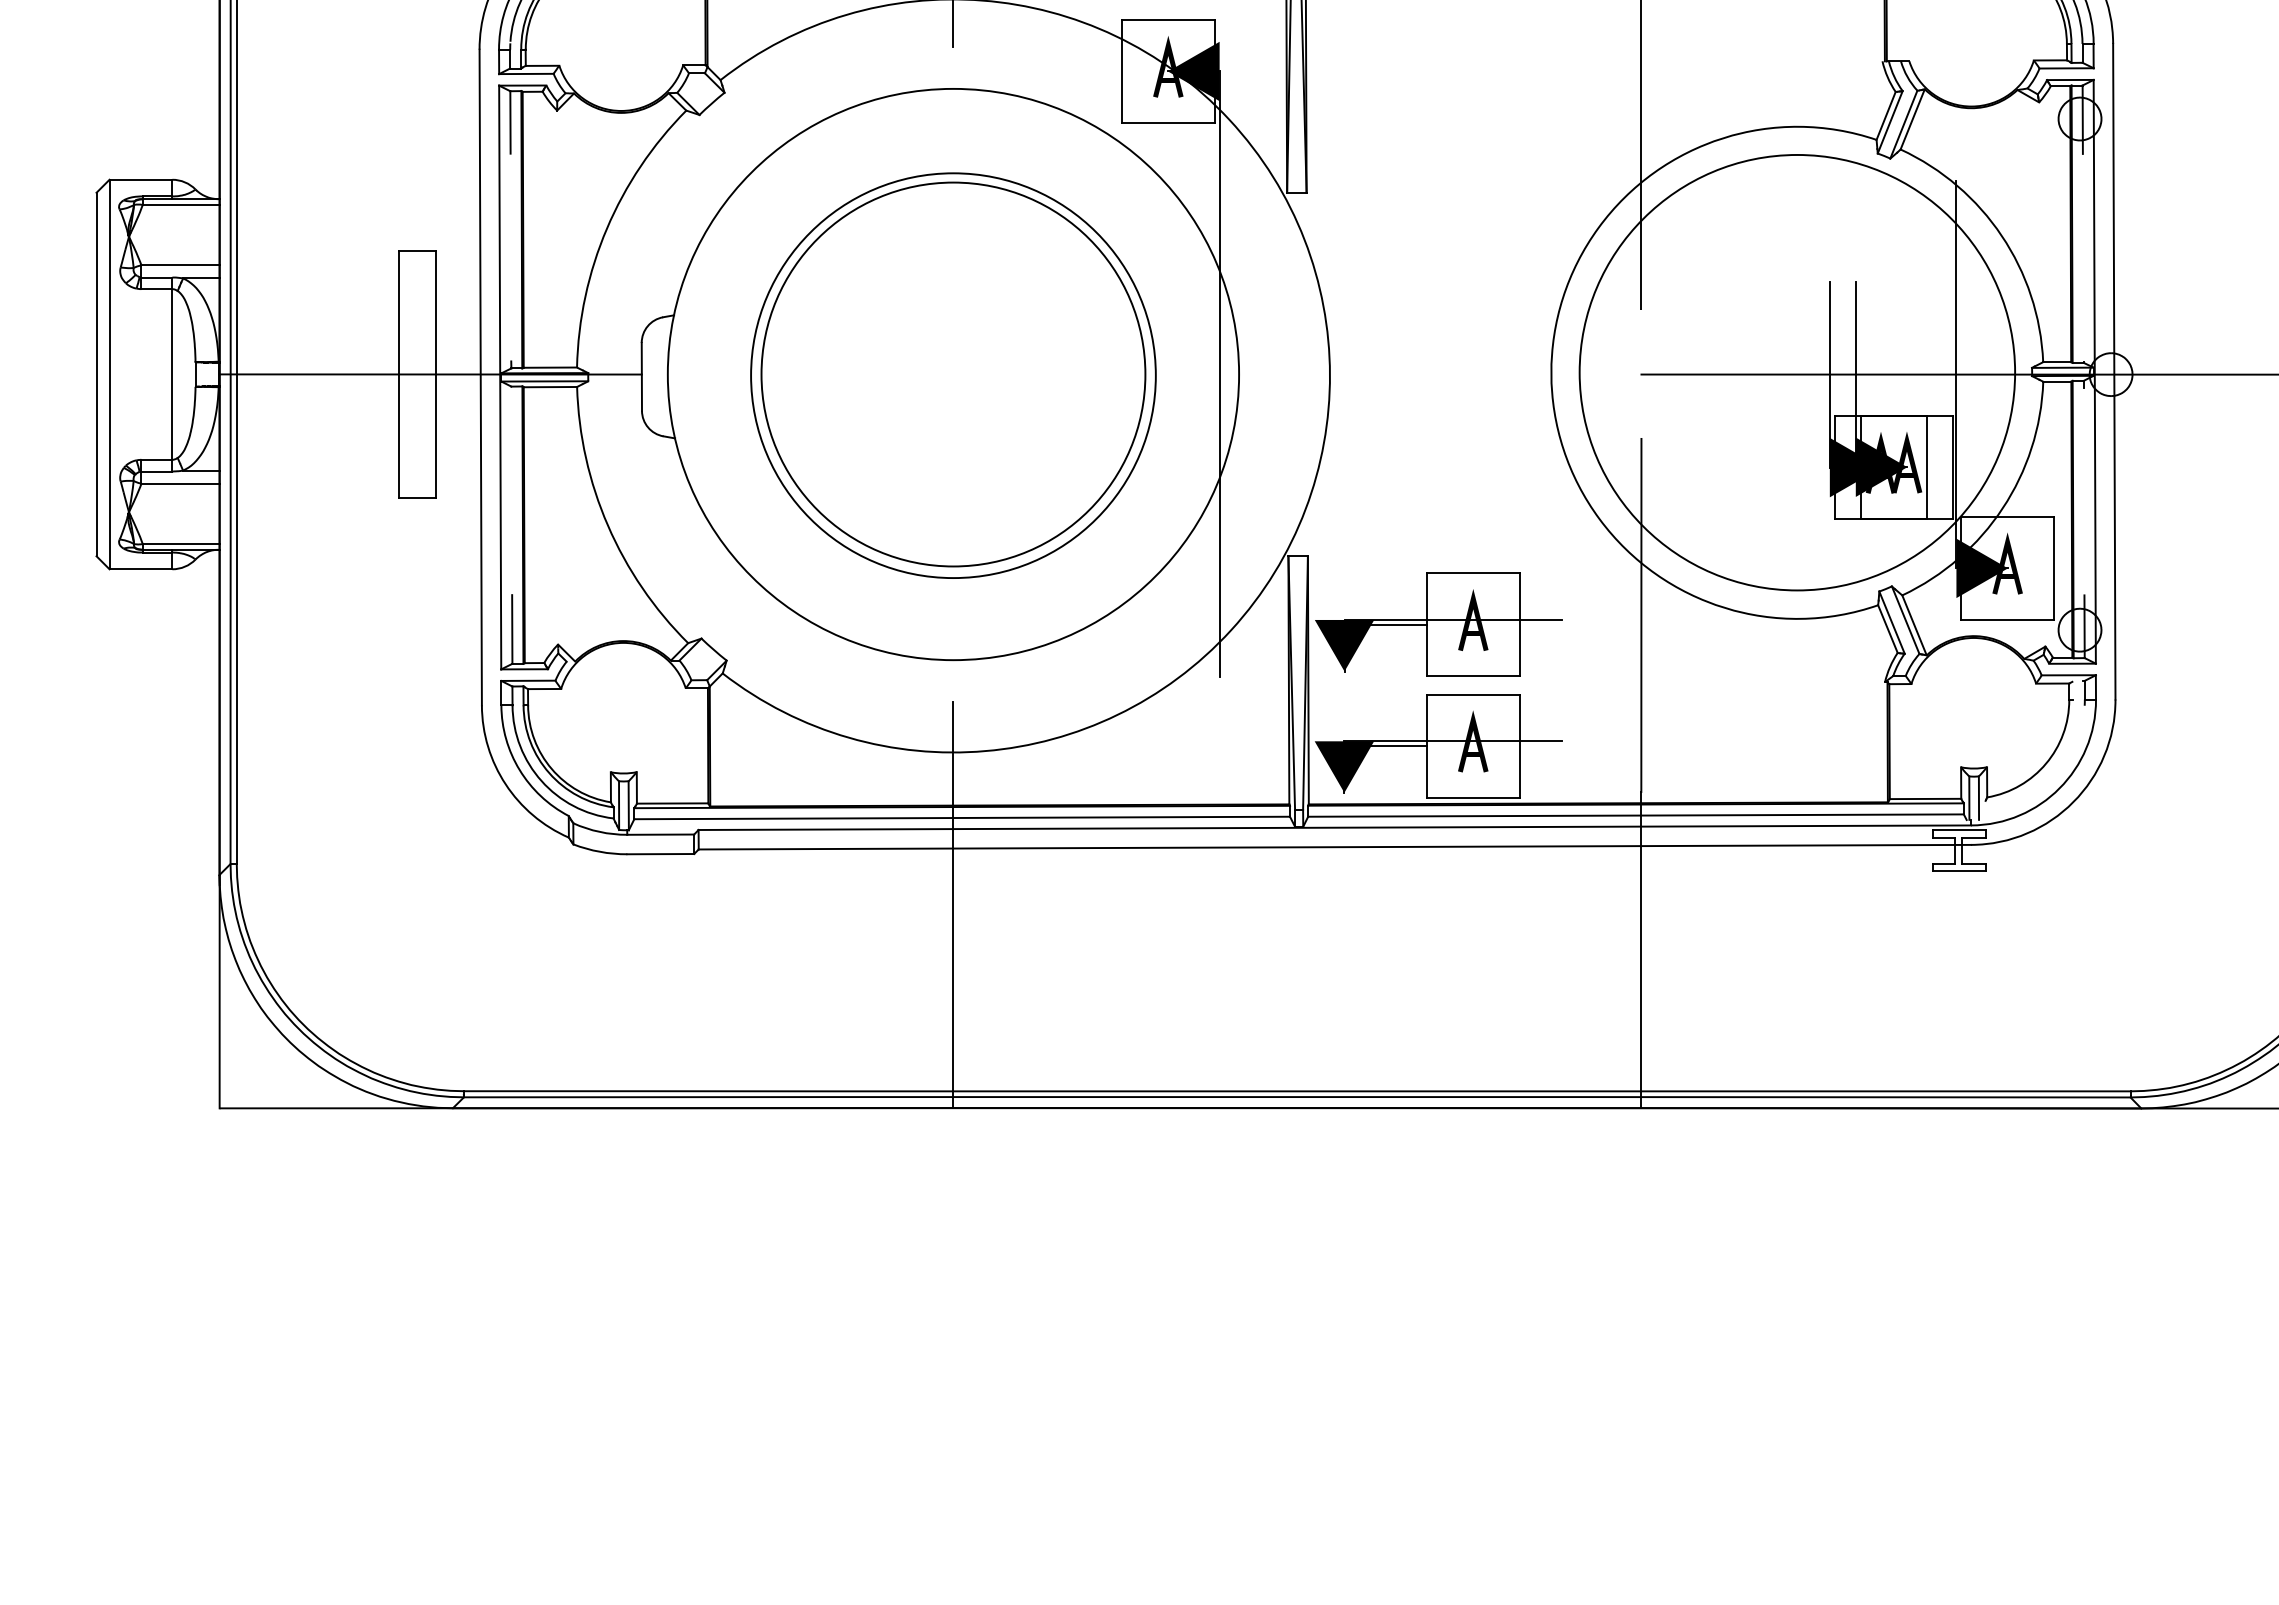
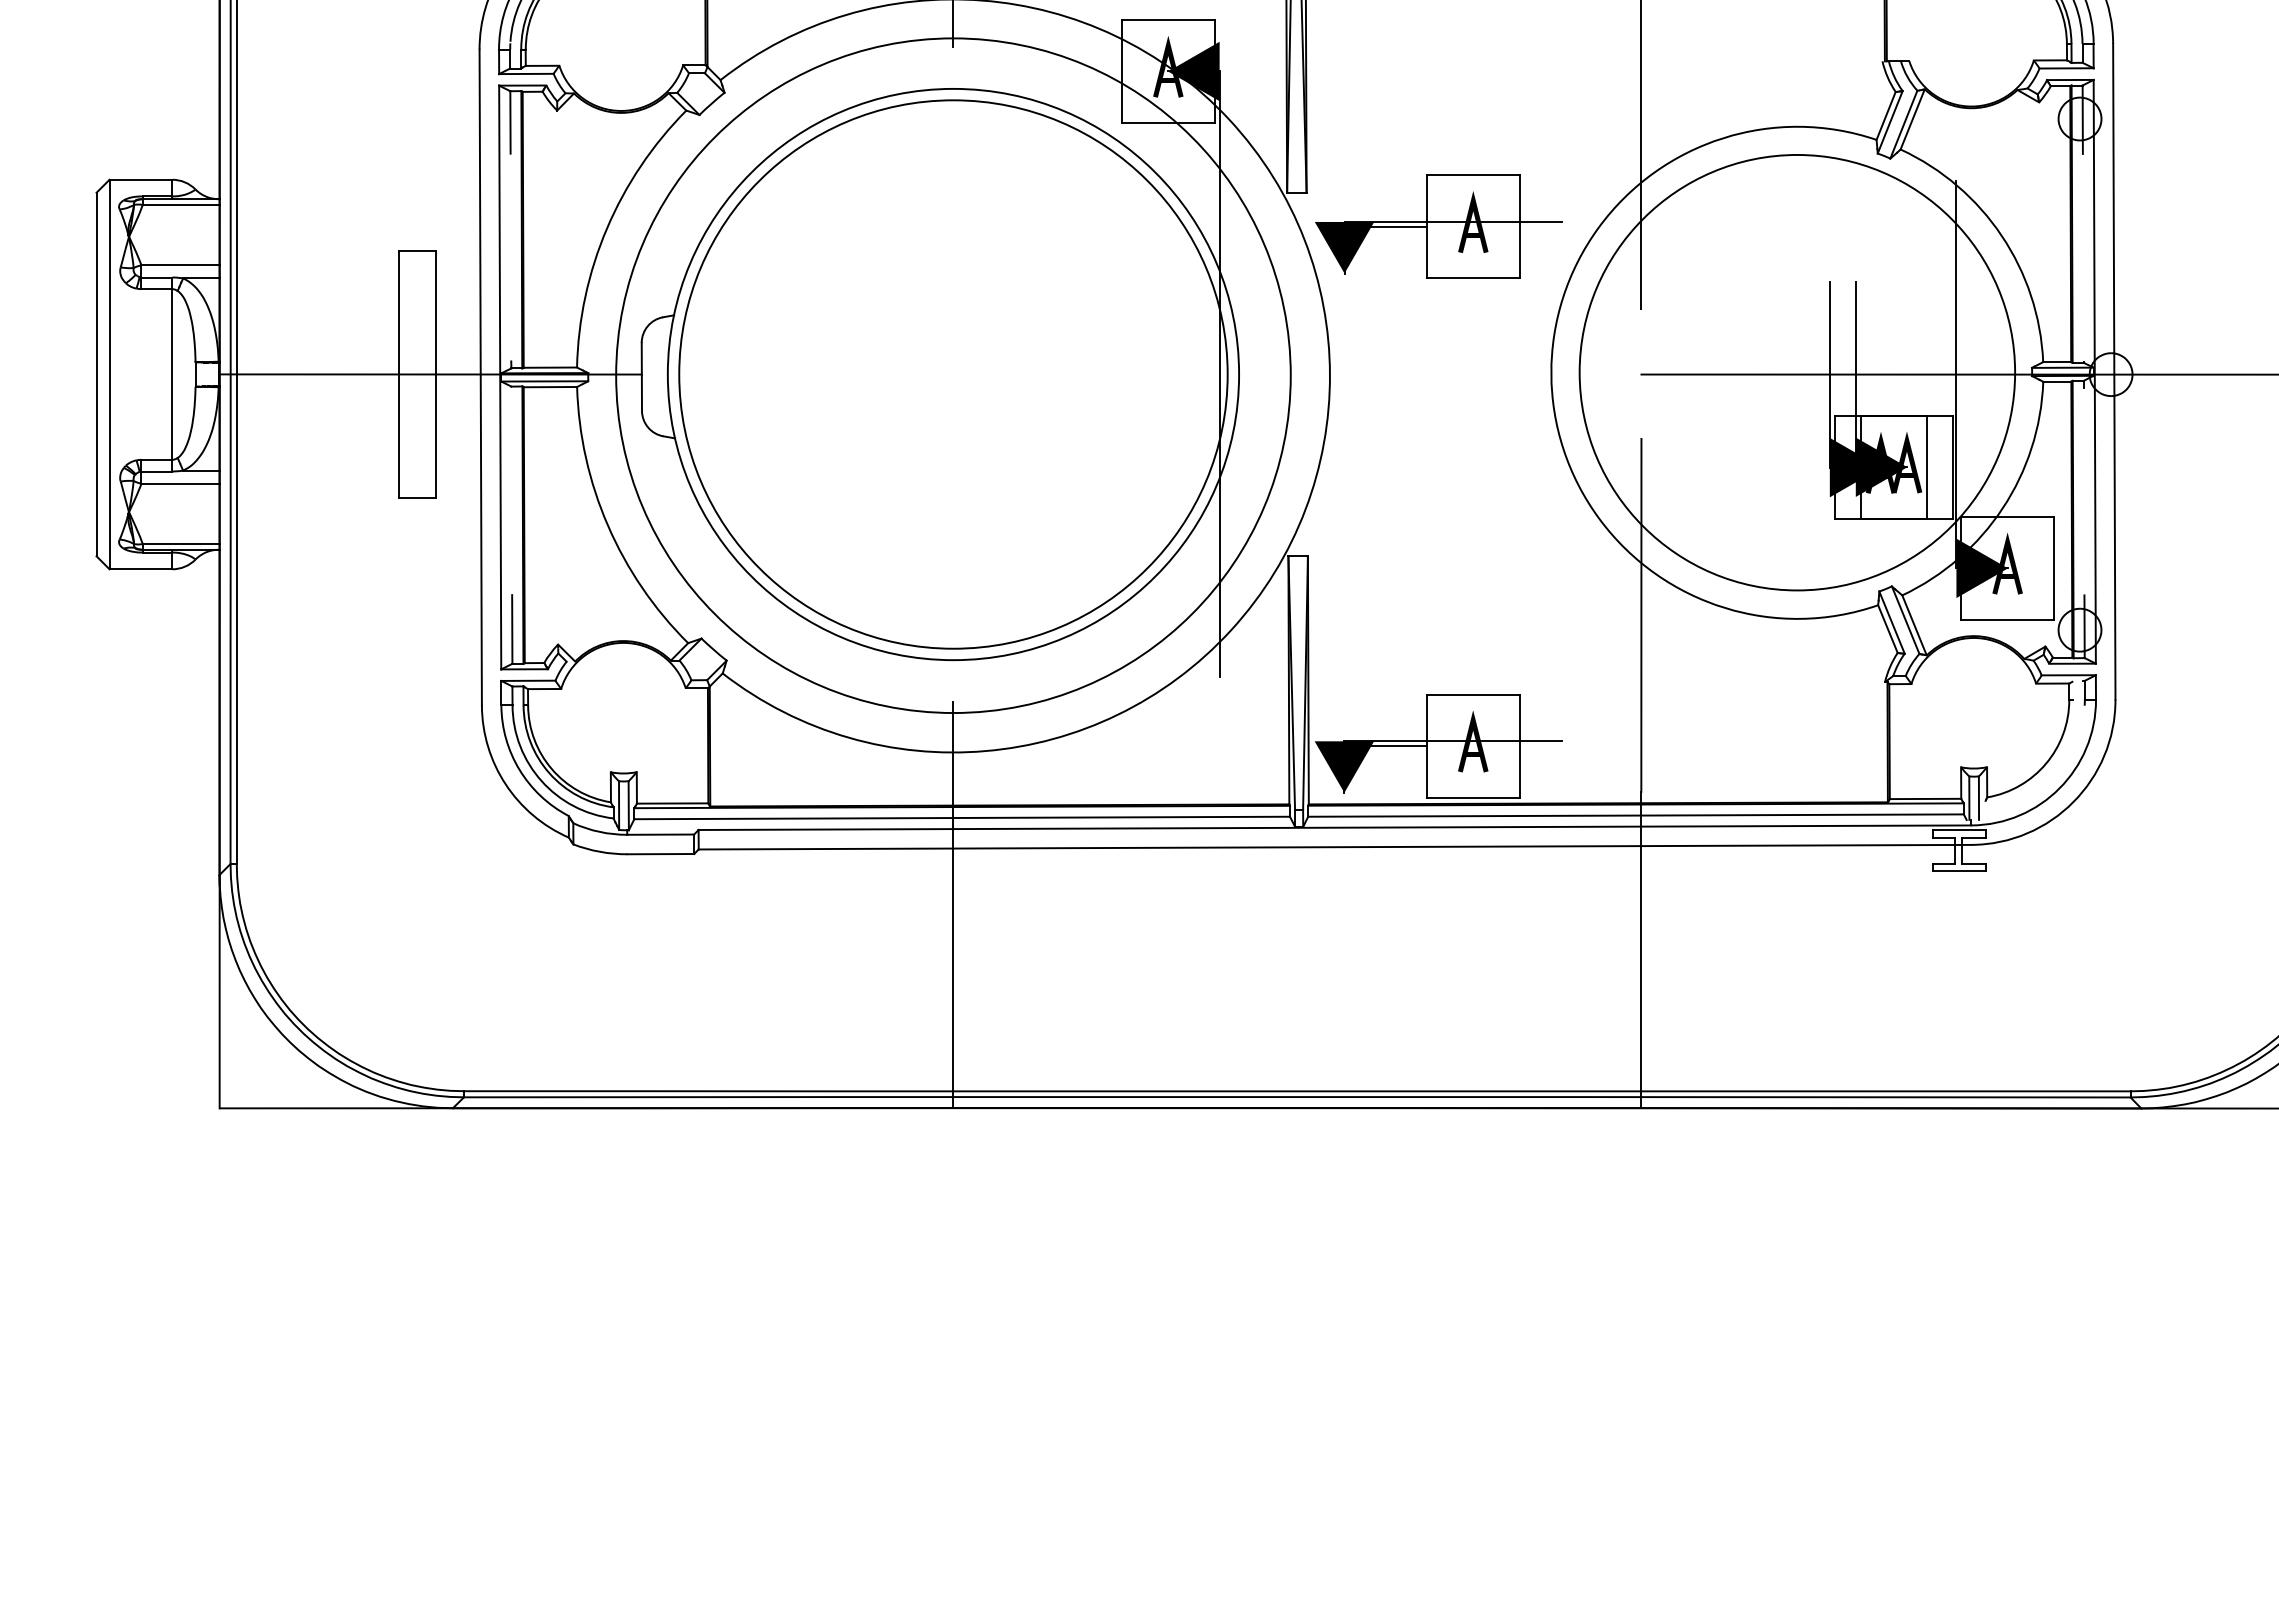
circle at (953, 374) diameter: 384 px -> 548 px
circle at (953, 375) diameter: 405 px -> 675 px
part at (1438, 624) position: (1438, 624) -> (1438, 226)
